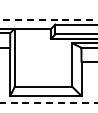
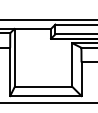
line at (48, 20): dashed -> solid
line at (49, 102): dashed -> solid
